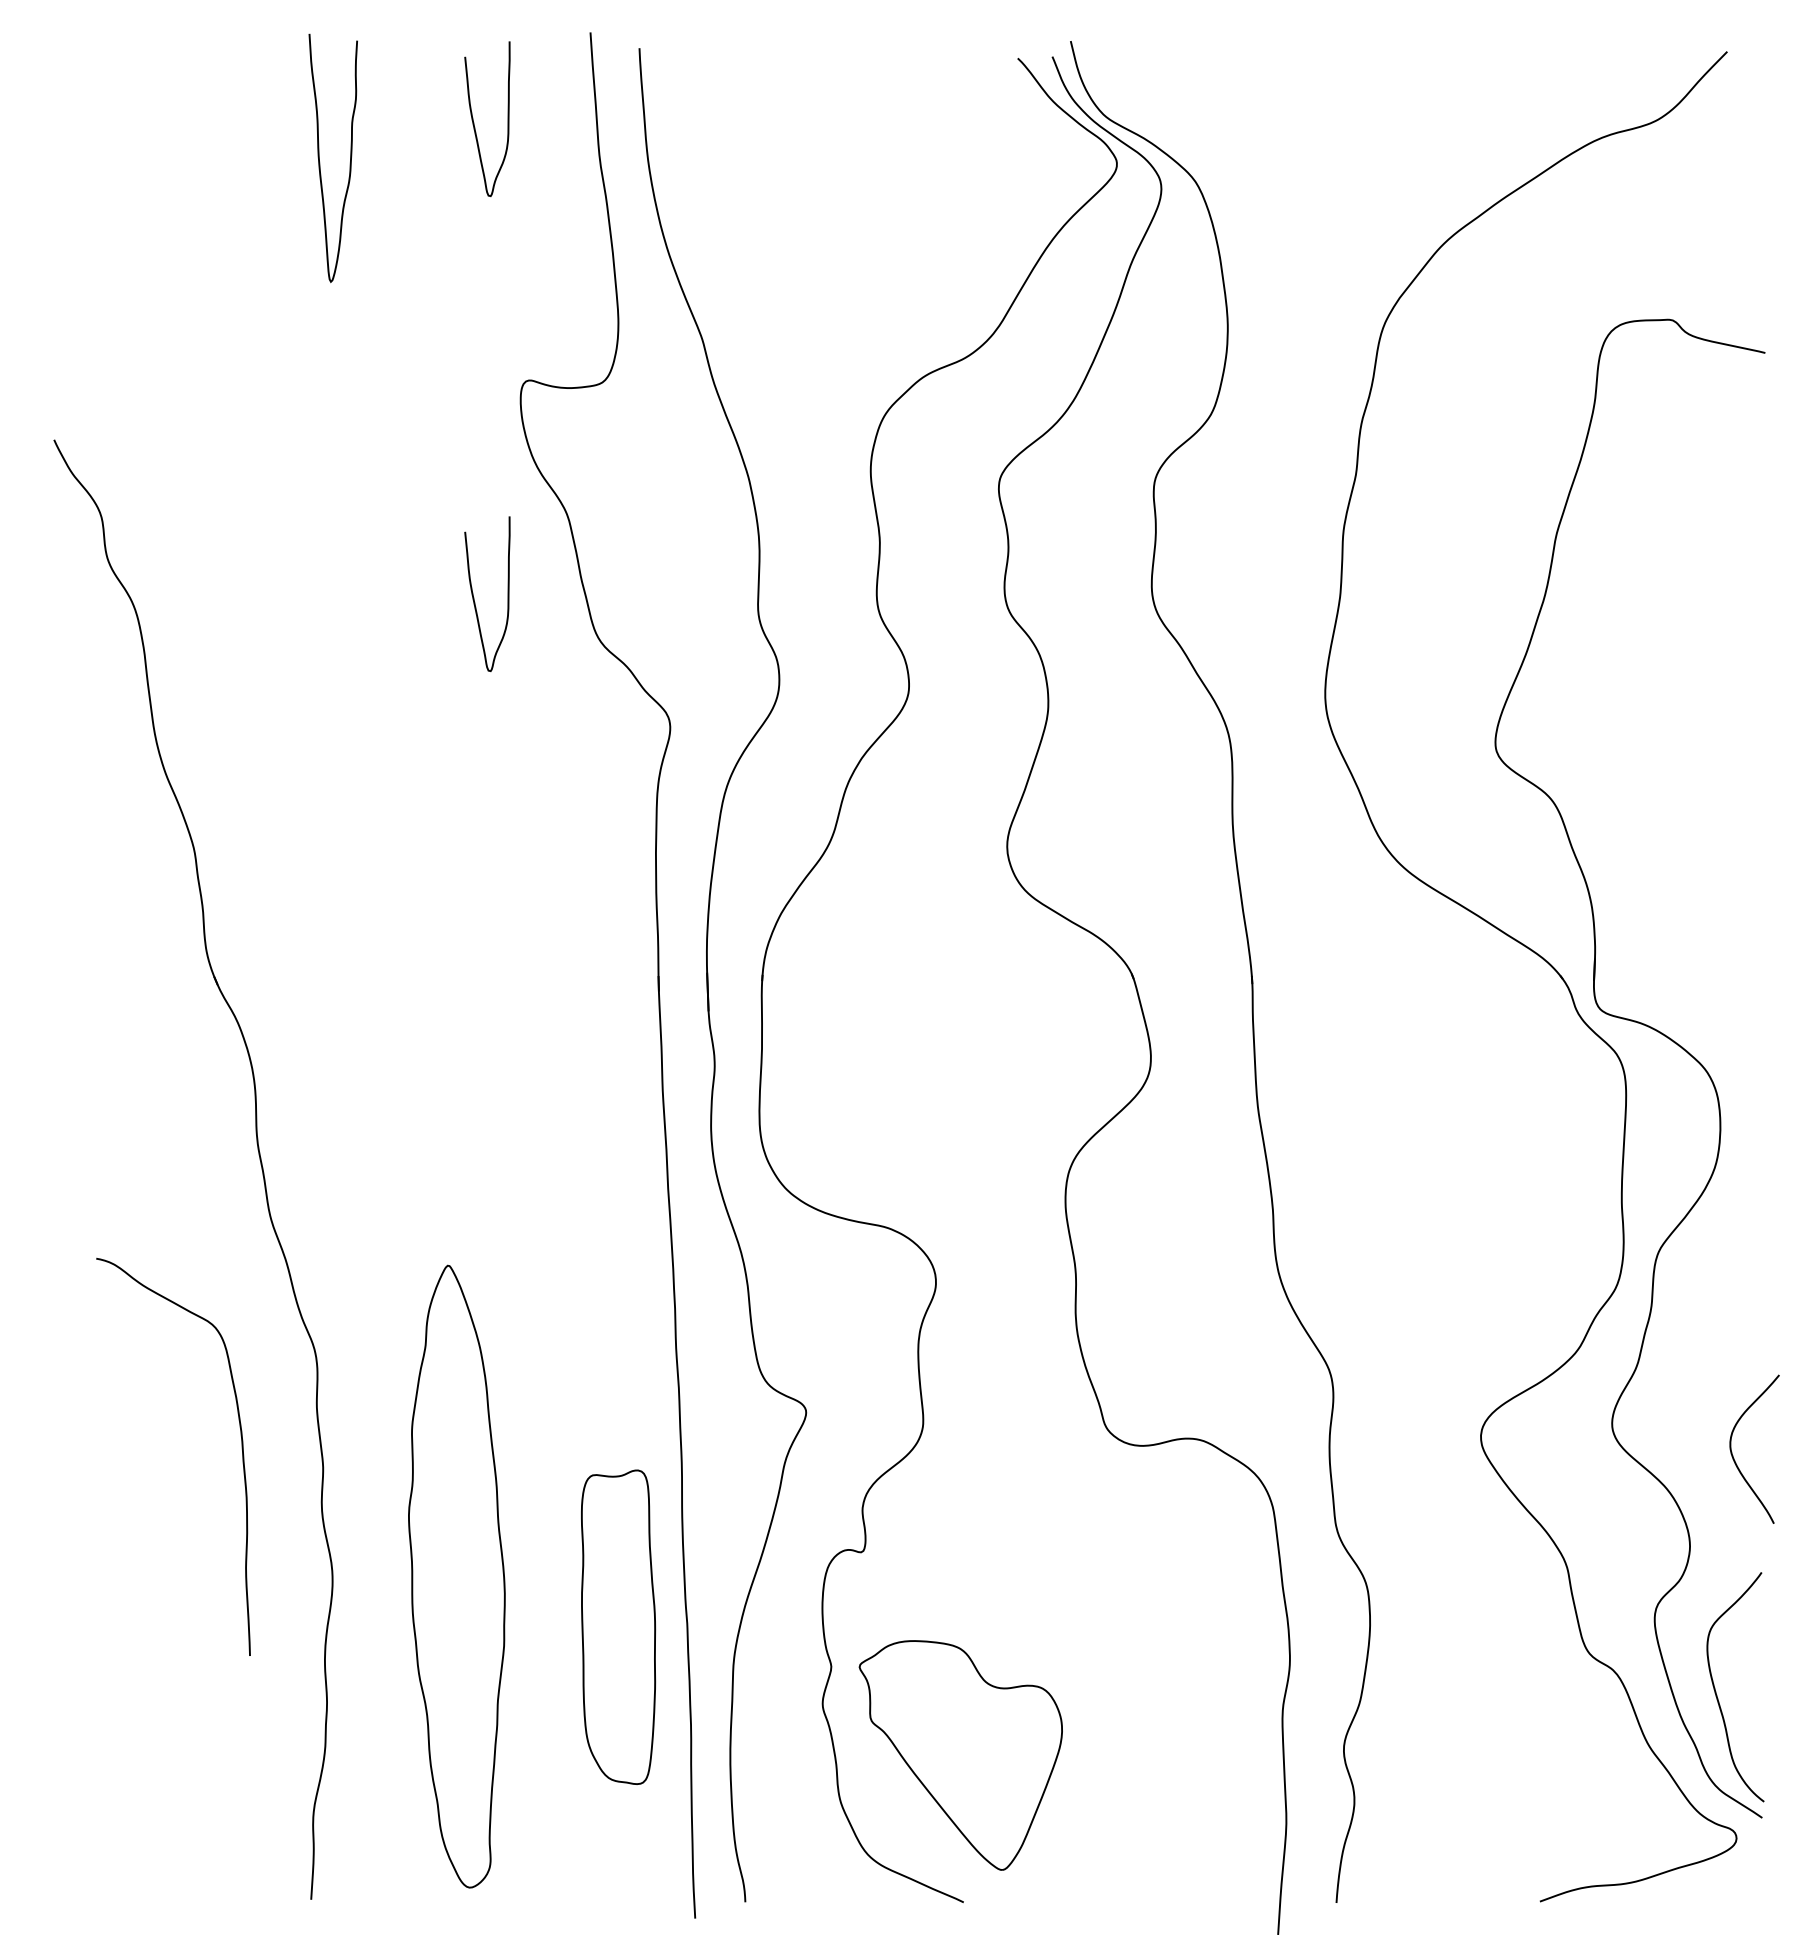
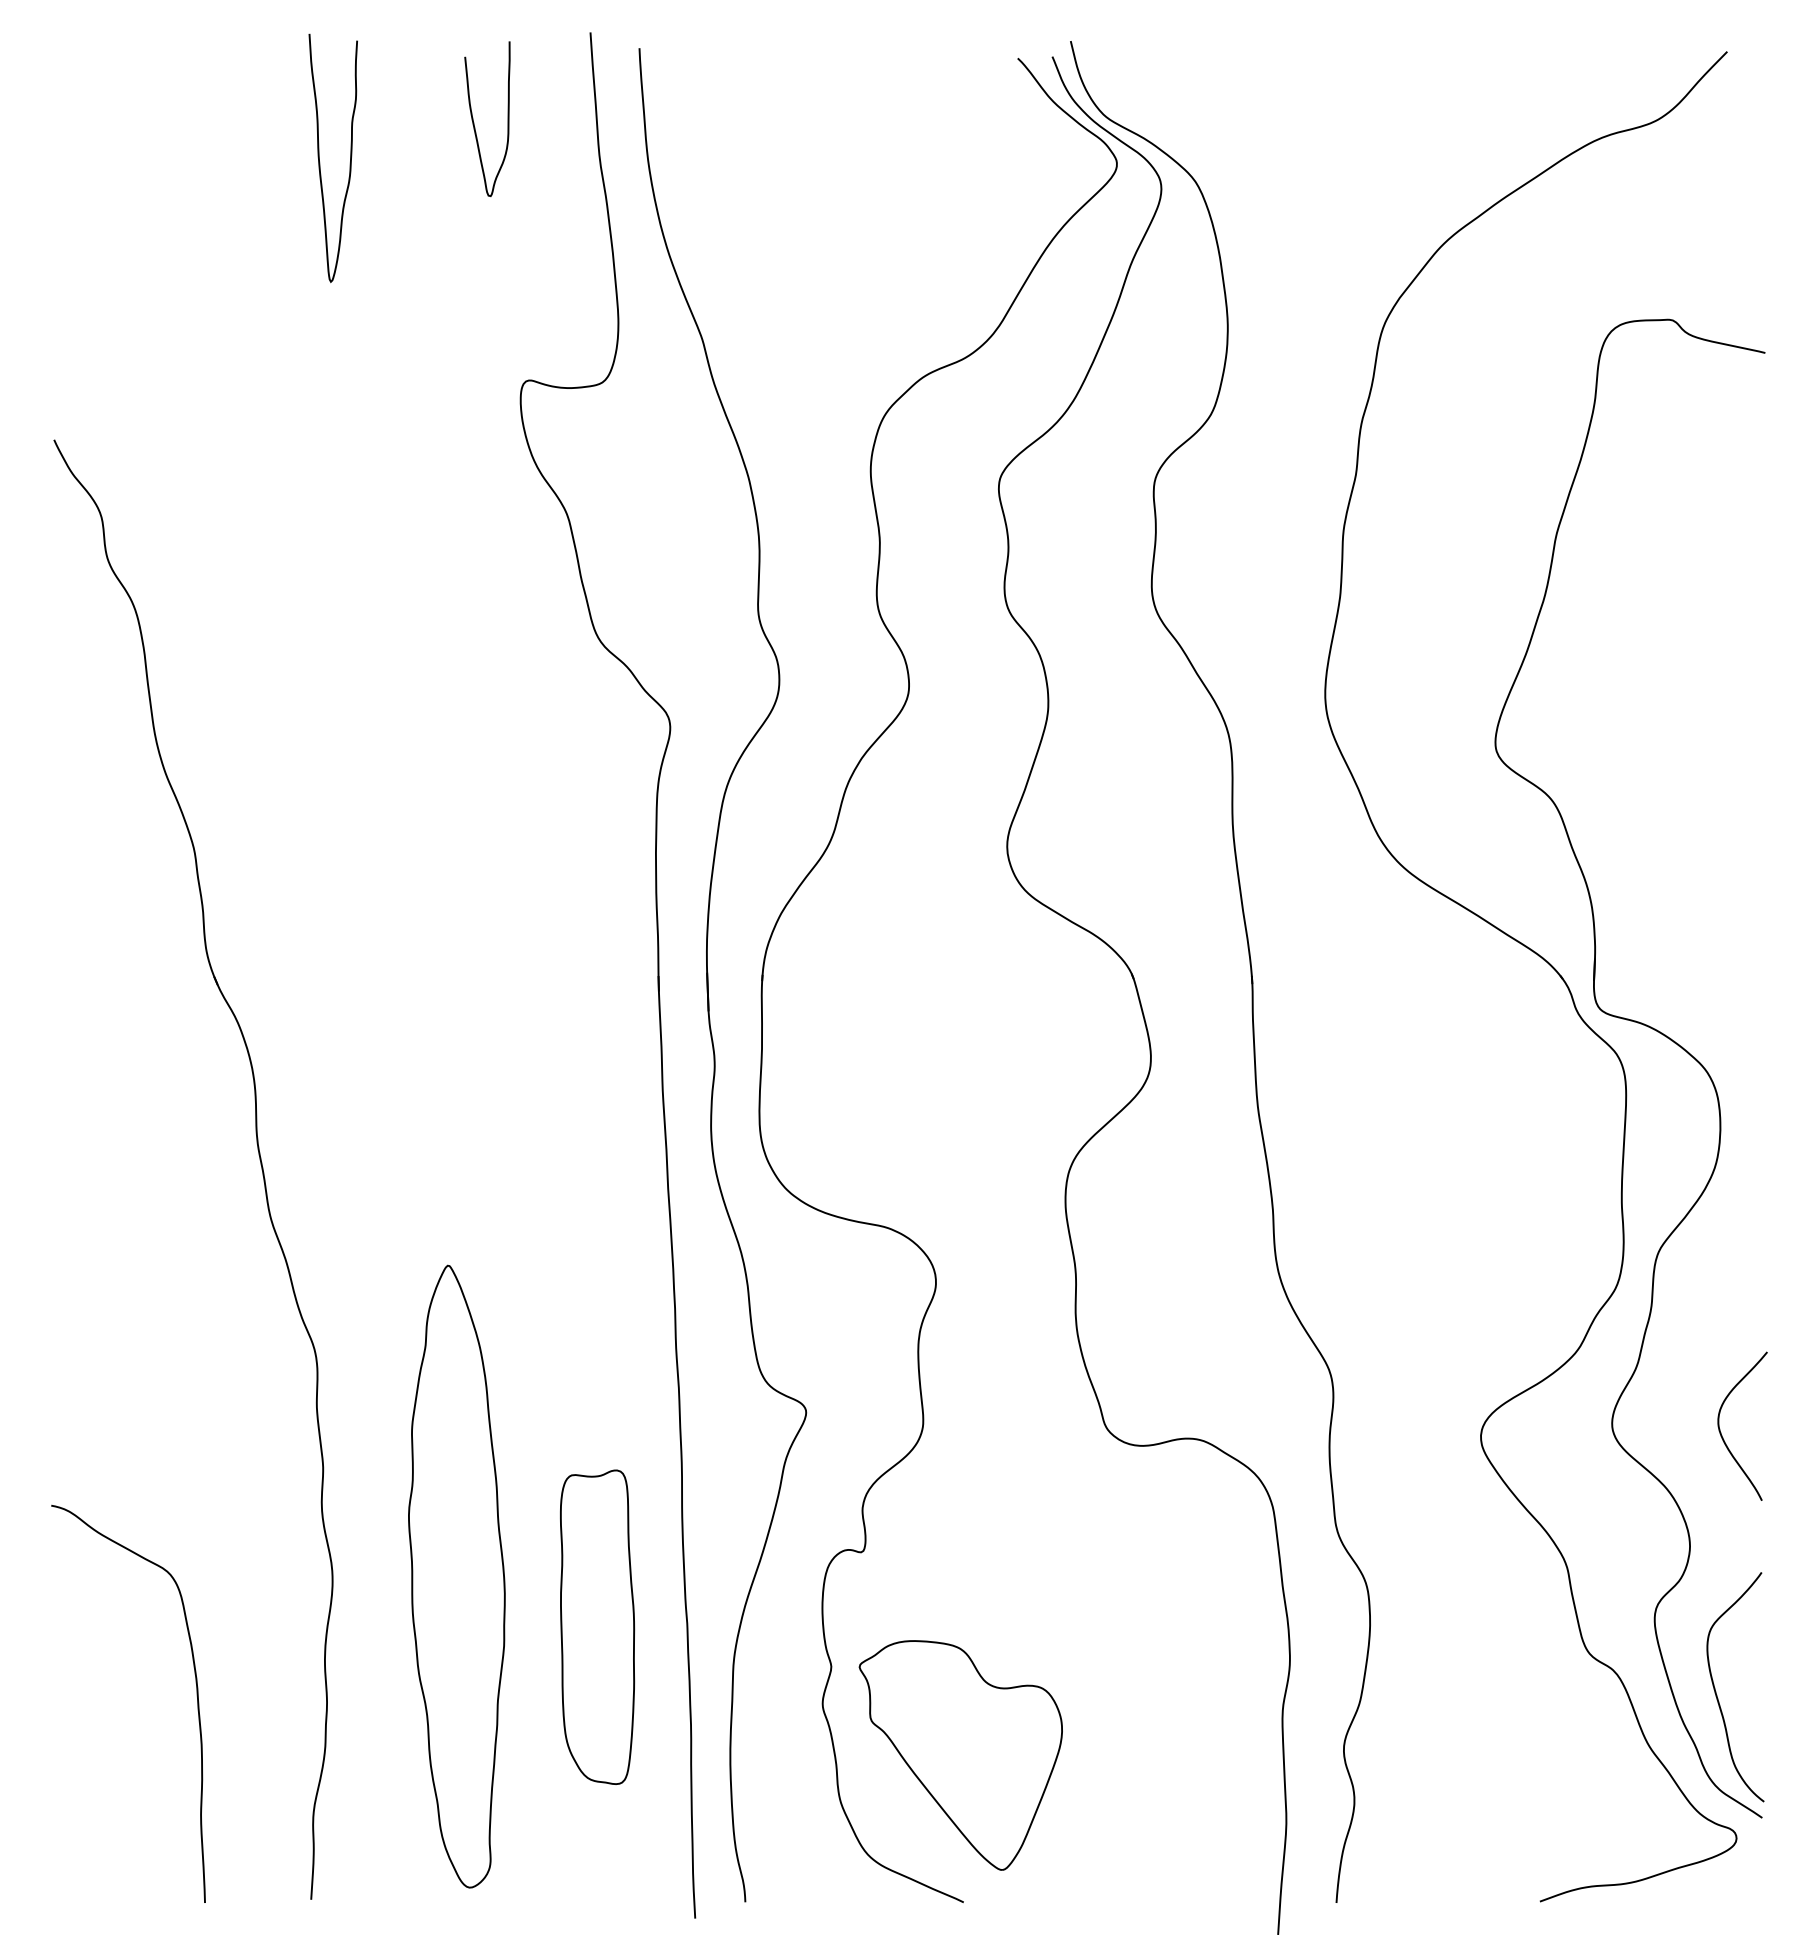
curve at (474, 597): present -> none
curve at (241, 1449) position: (241, 1449) -> (196, 1696)
curve at (1733, 1455) position: (1733, 1455) -> (1721, 1432)
part at (618, 1626) position: (618, 1626) -> (597, 1626)
